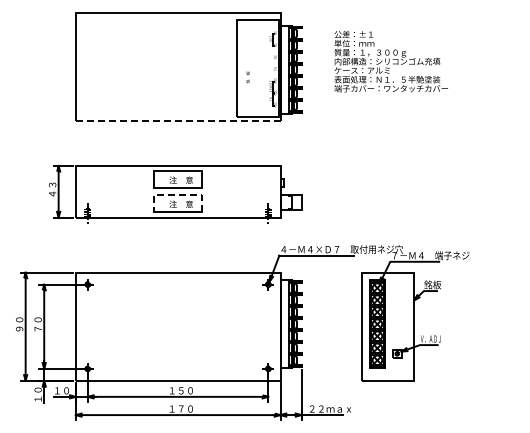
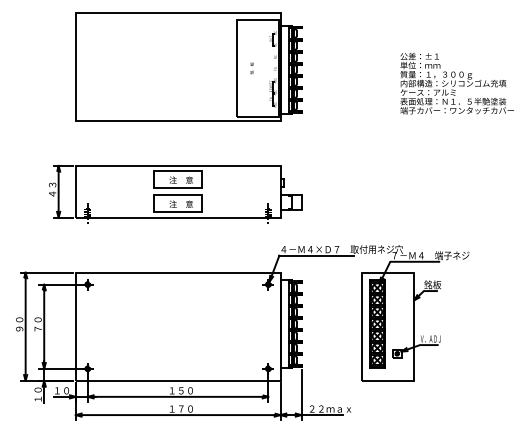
text at (390, 61) position: (390, 61) -> (456, 83)
text at (247, 77) position: (247, 77) -> (251, 68)
line at (178, 121): dashed -> solid
line at (177, 195): dashed -> solid
